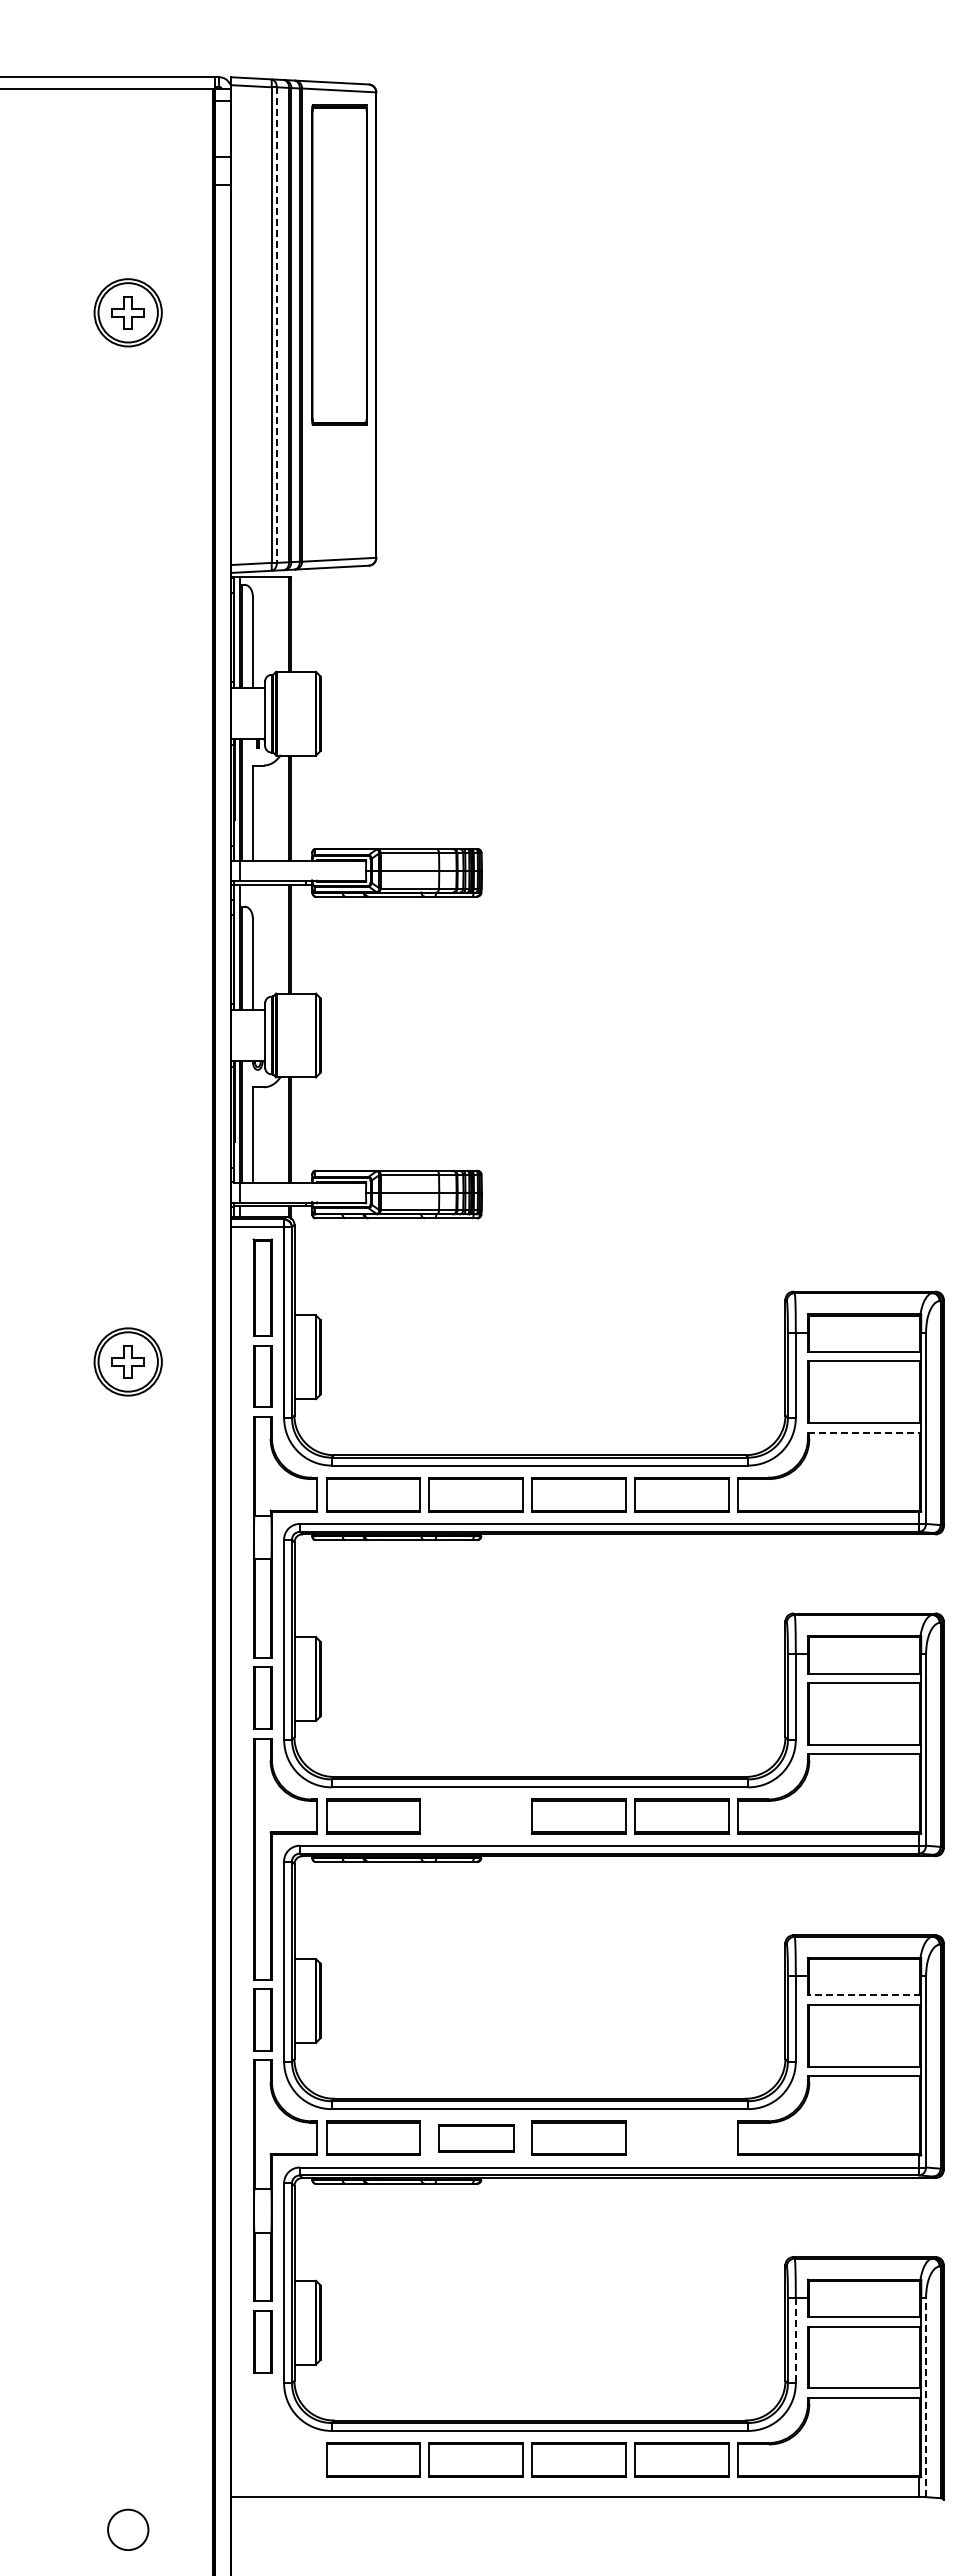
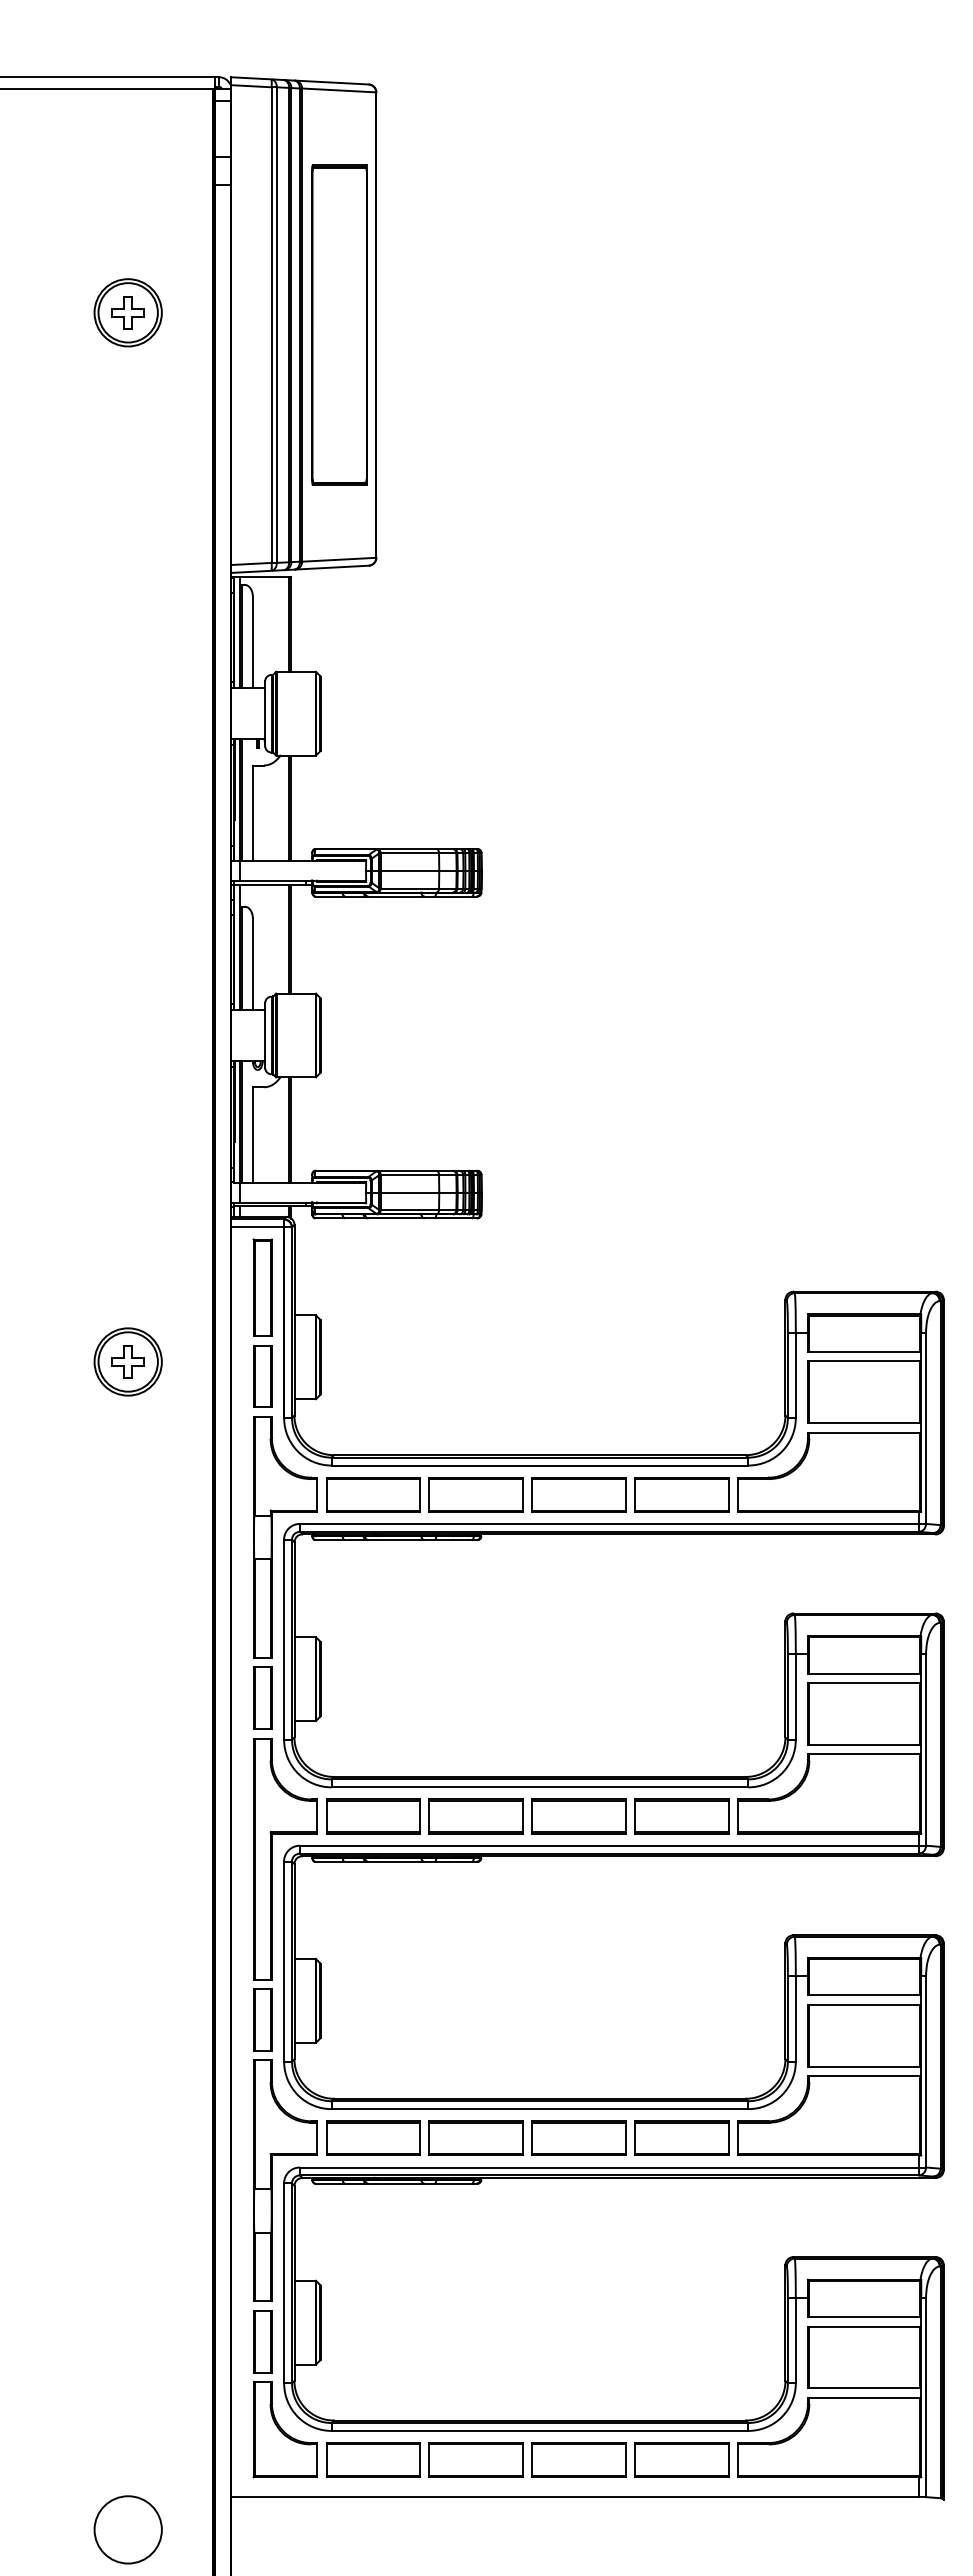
part at (339, 264) position: (339, 264) -> (339, 324)
line at (276, 325): dashed -> solid
line at (864, 1432): dashed -> solid
part at (475, 1816): none -> present
line at (864, 1995): dashed -> solid
part at (681, 2137): none -> present
part at (476, 2138) size: 77x29 px -> 96x36 px
line at (795, 2340): dashed -> solid
line at (926, 2397): dashed -> solid
part at (284, 2429): none -> present
circle at (128, 2529) diameter: 40 px -> 67 px
